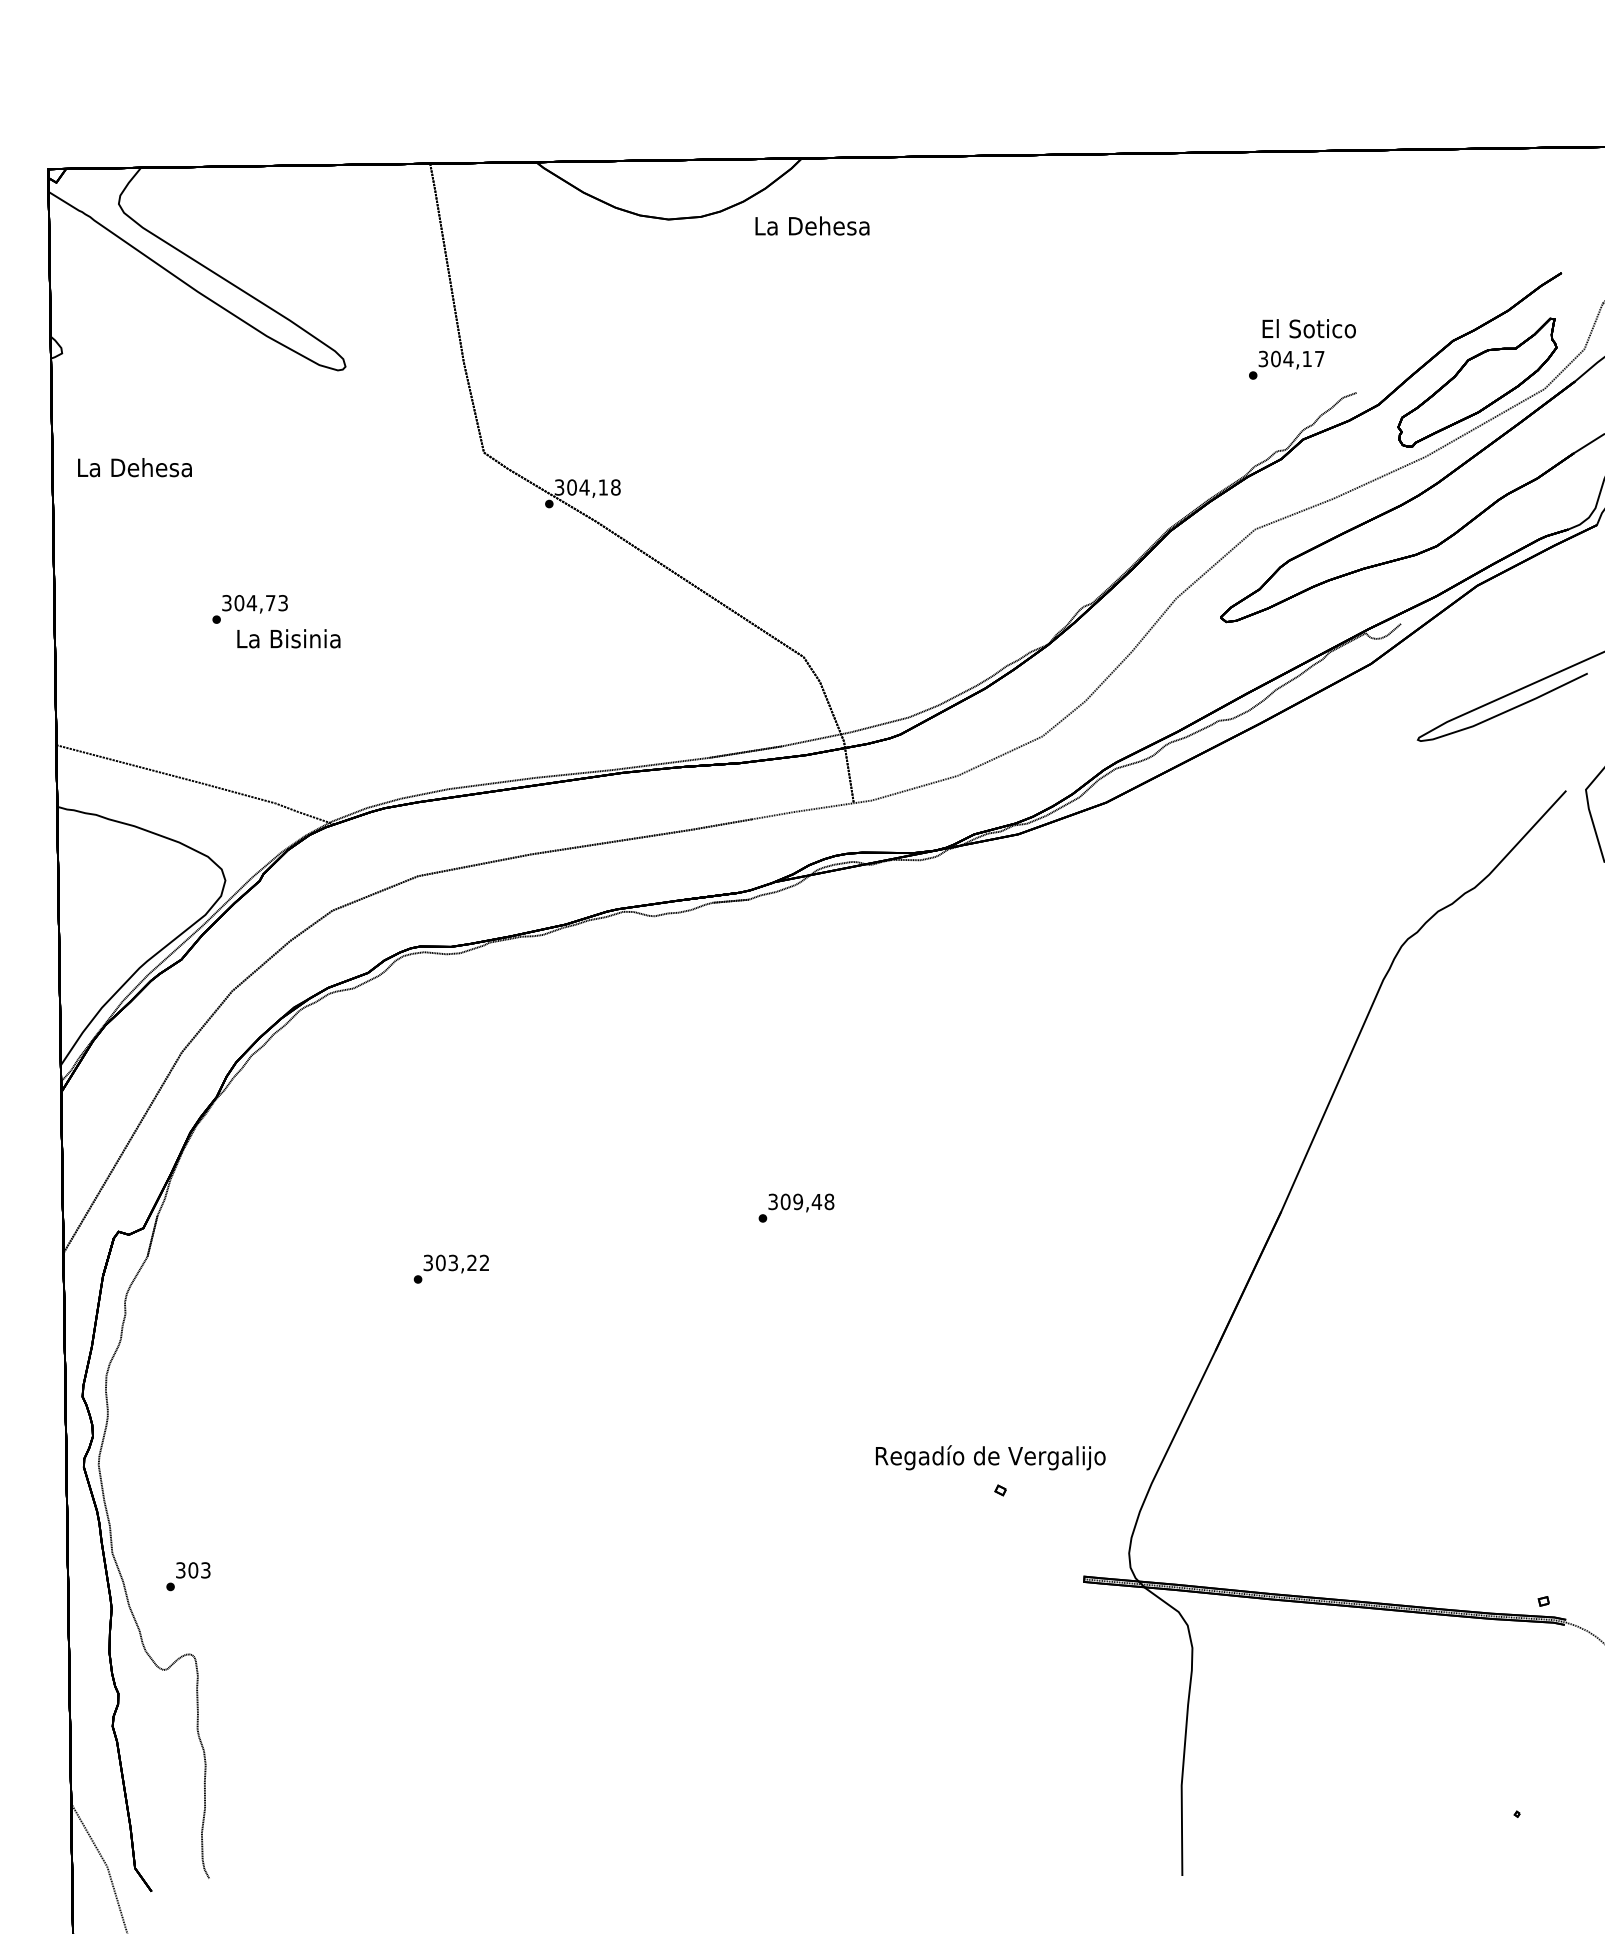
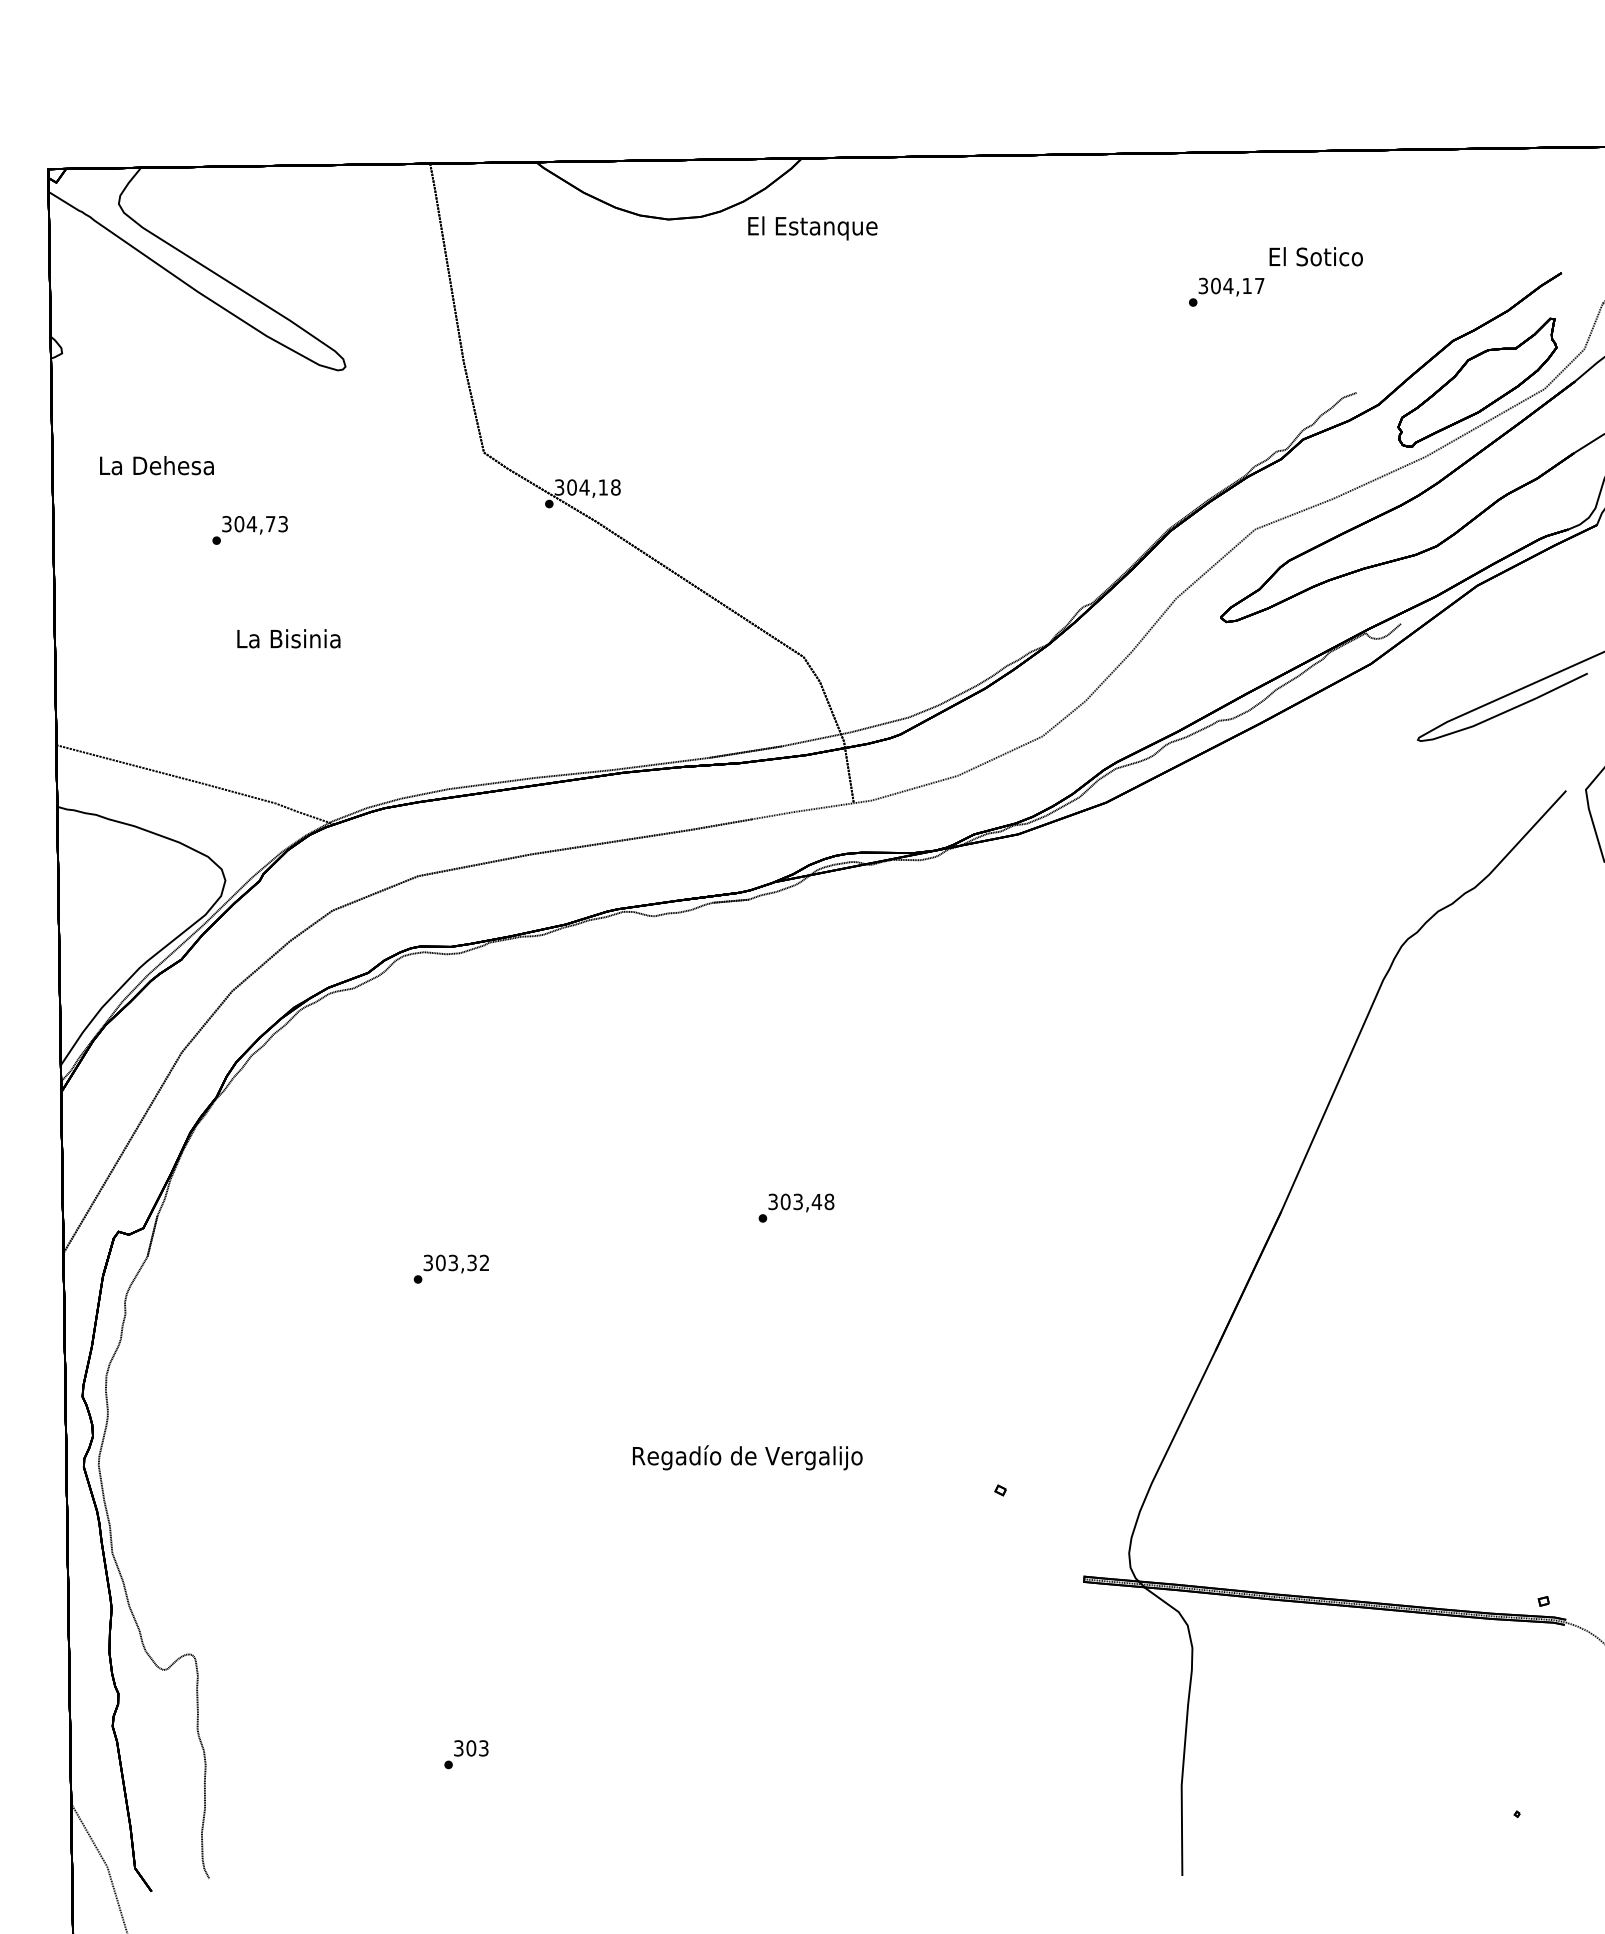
text at (812, 228): La Dehesa -> El Estanque
text at (1308, 328) position: (1308, 328) -> (1315, 256)
text at (1286, 364) position: (1286, 364) -> (1226, 291)
text at (134, 467) position: (134, 467) -> (156, 465)
text at (249, 609) position: (249, 609) -> (249, 530)
text at (798, 1201): 309,48 -> 303,48
text at (471, 1263): 303,22 -> 303,32
text at (990, 1457) position: (990, 1457) -> (747, 1457)
text at (188, 1576) position: (188, 1576) -> (466, 1754)
